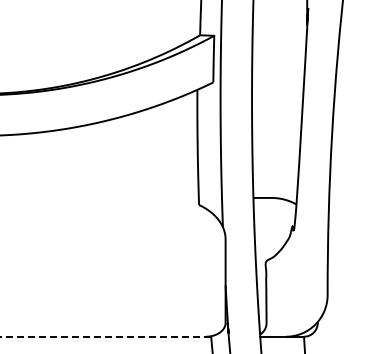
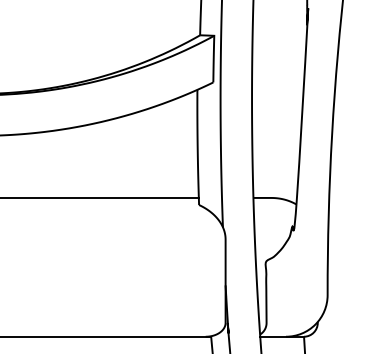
line at (100, 197): none -> present
line at (105, 336): dashed -> solid
